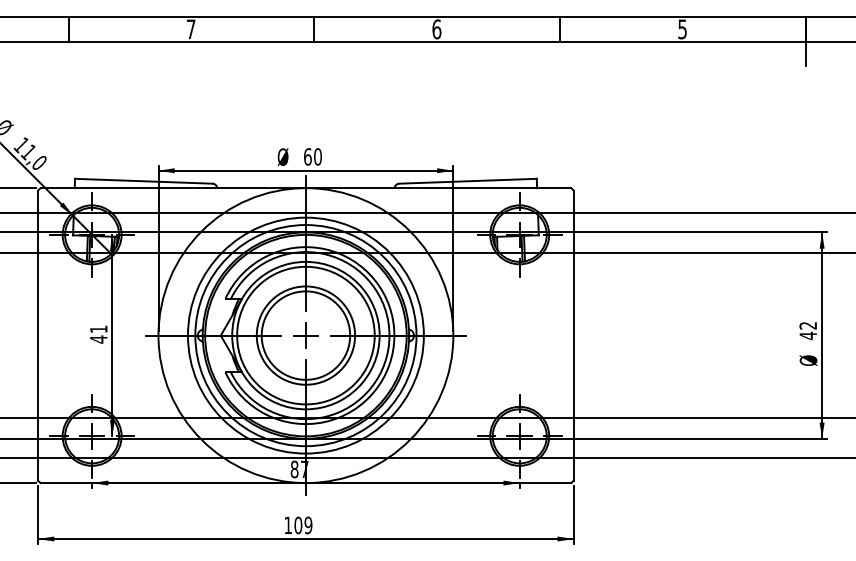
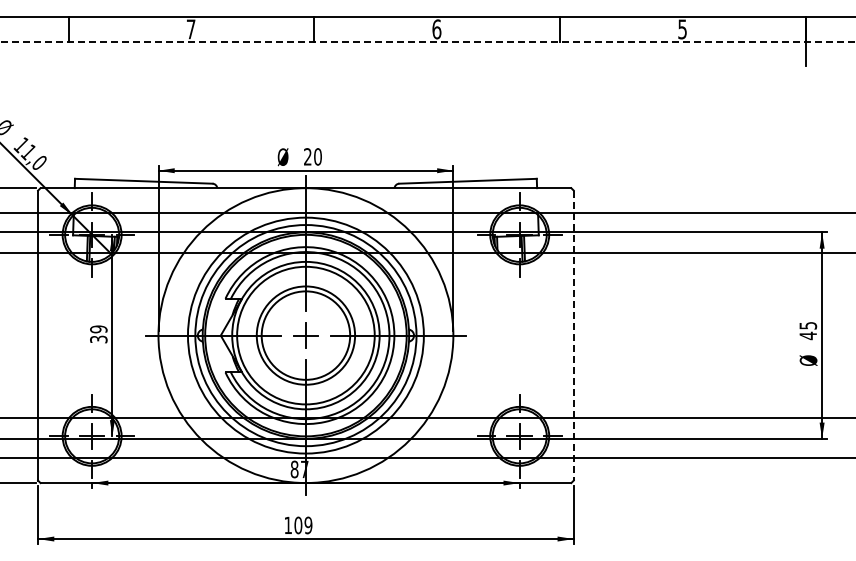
line at (428, 41): solid -> dashed
text at (307, 156): 60 -> 20
text at (808, 325): 42 -> 45
text at (98, 334): 41 -> 39
line at (573, 335): solid -> dashed
